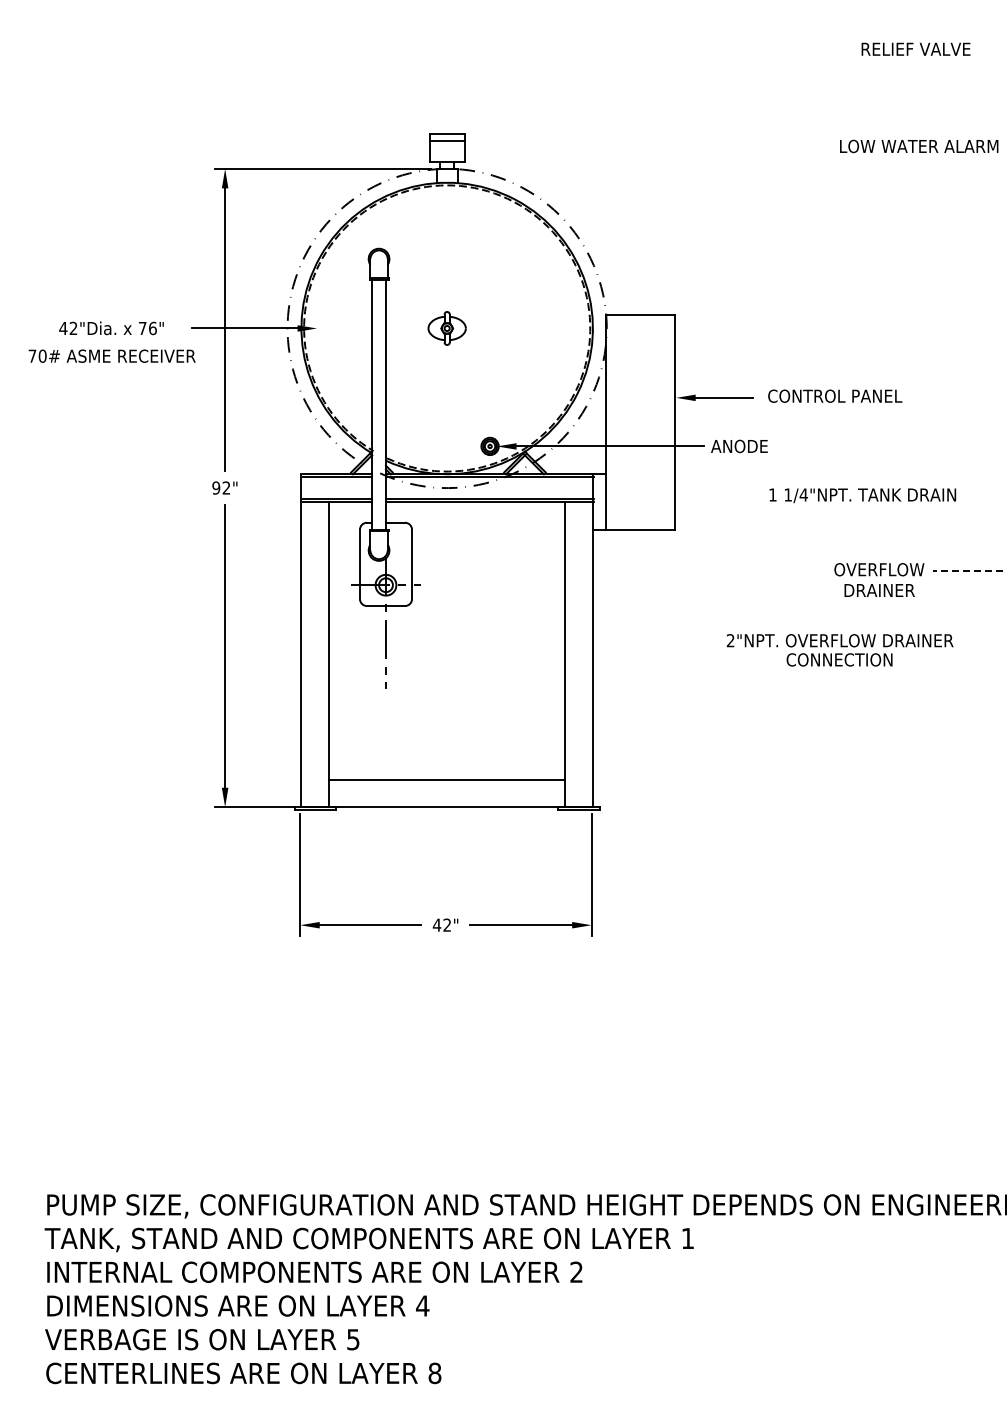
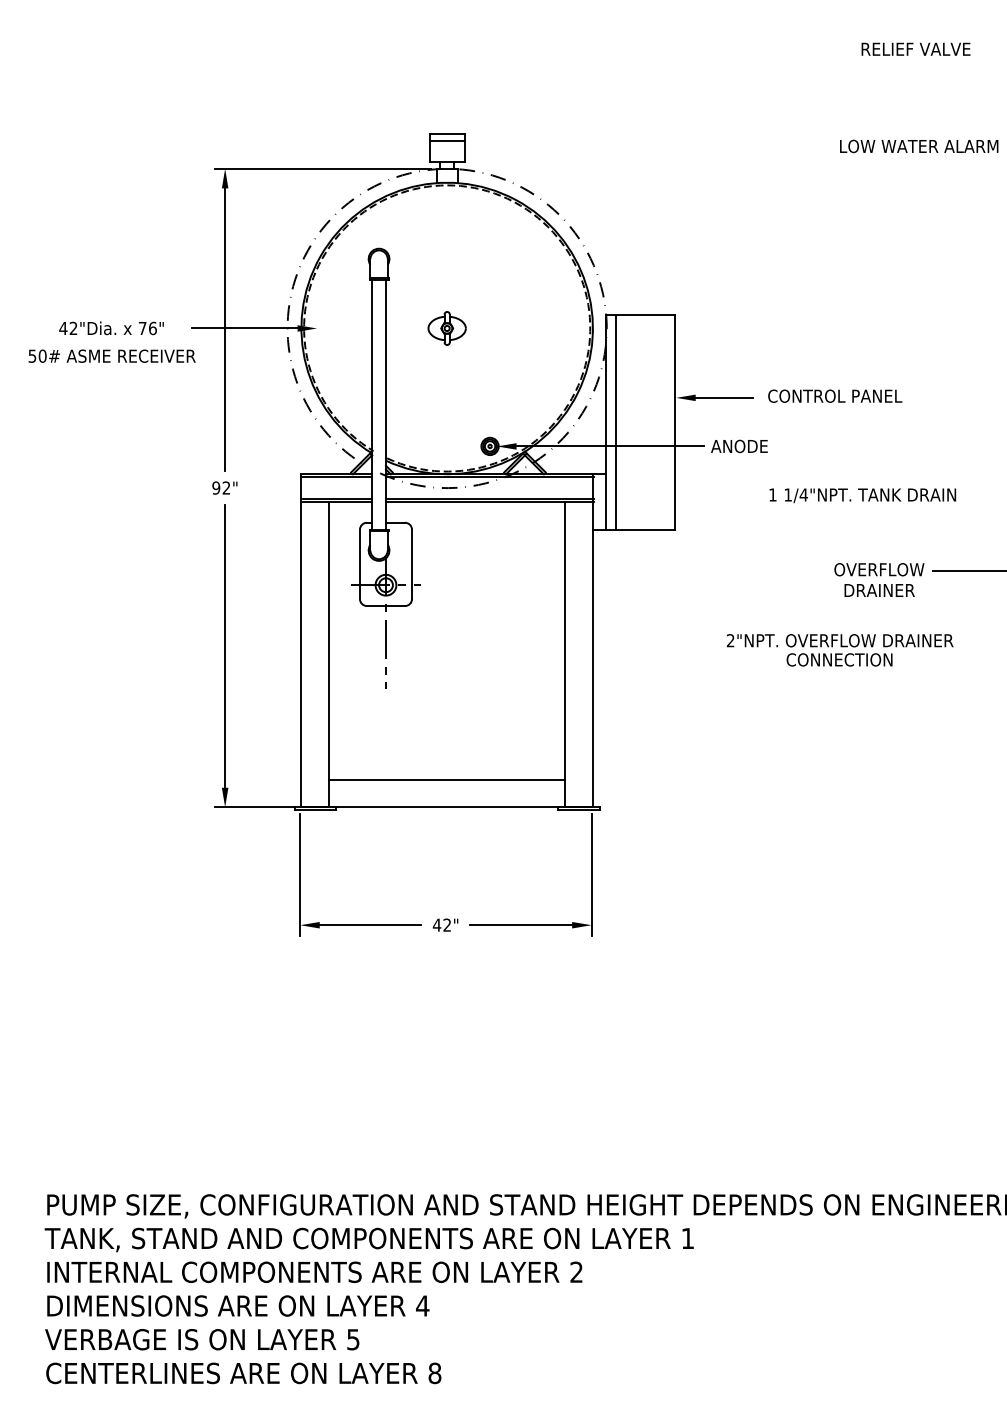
text at (32, 355): 70# -> 50#
line at (615, 421): none -> present
line at (969, 571): dashed -> solid
